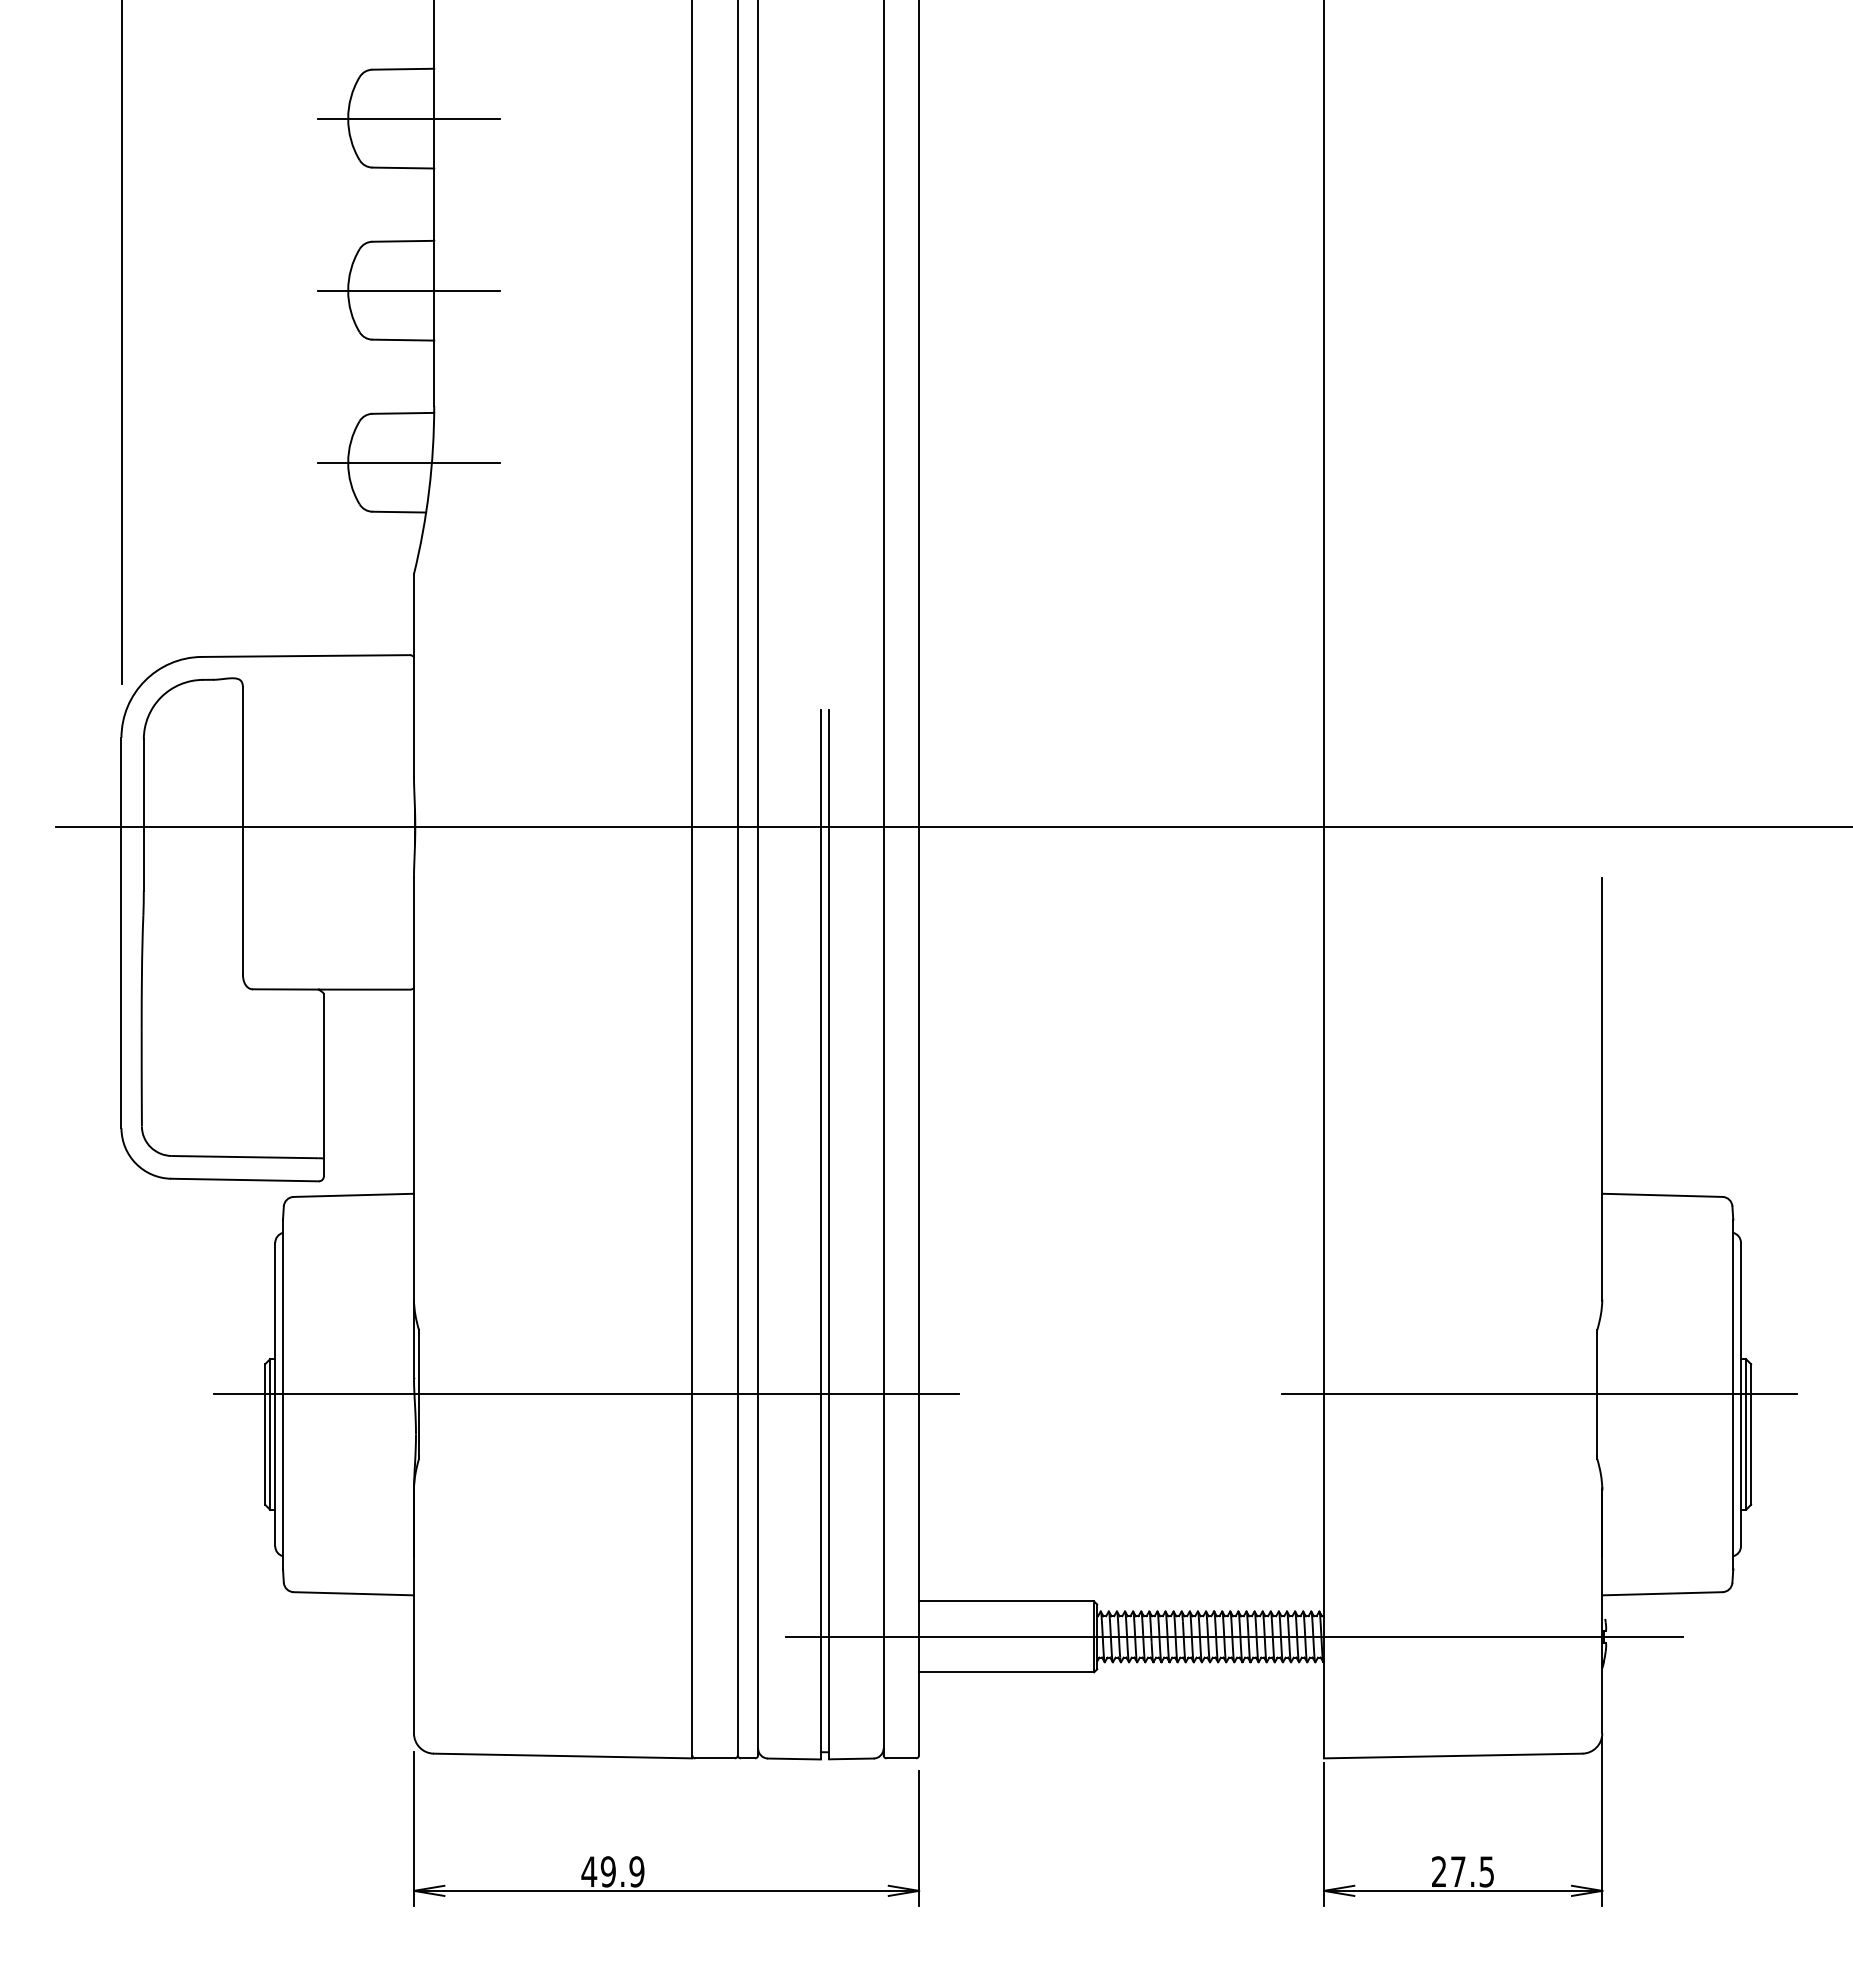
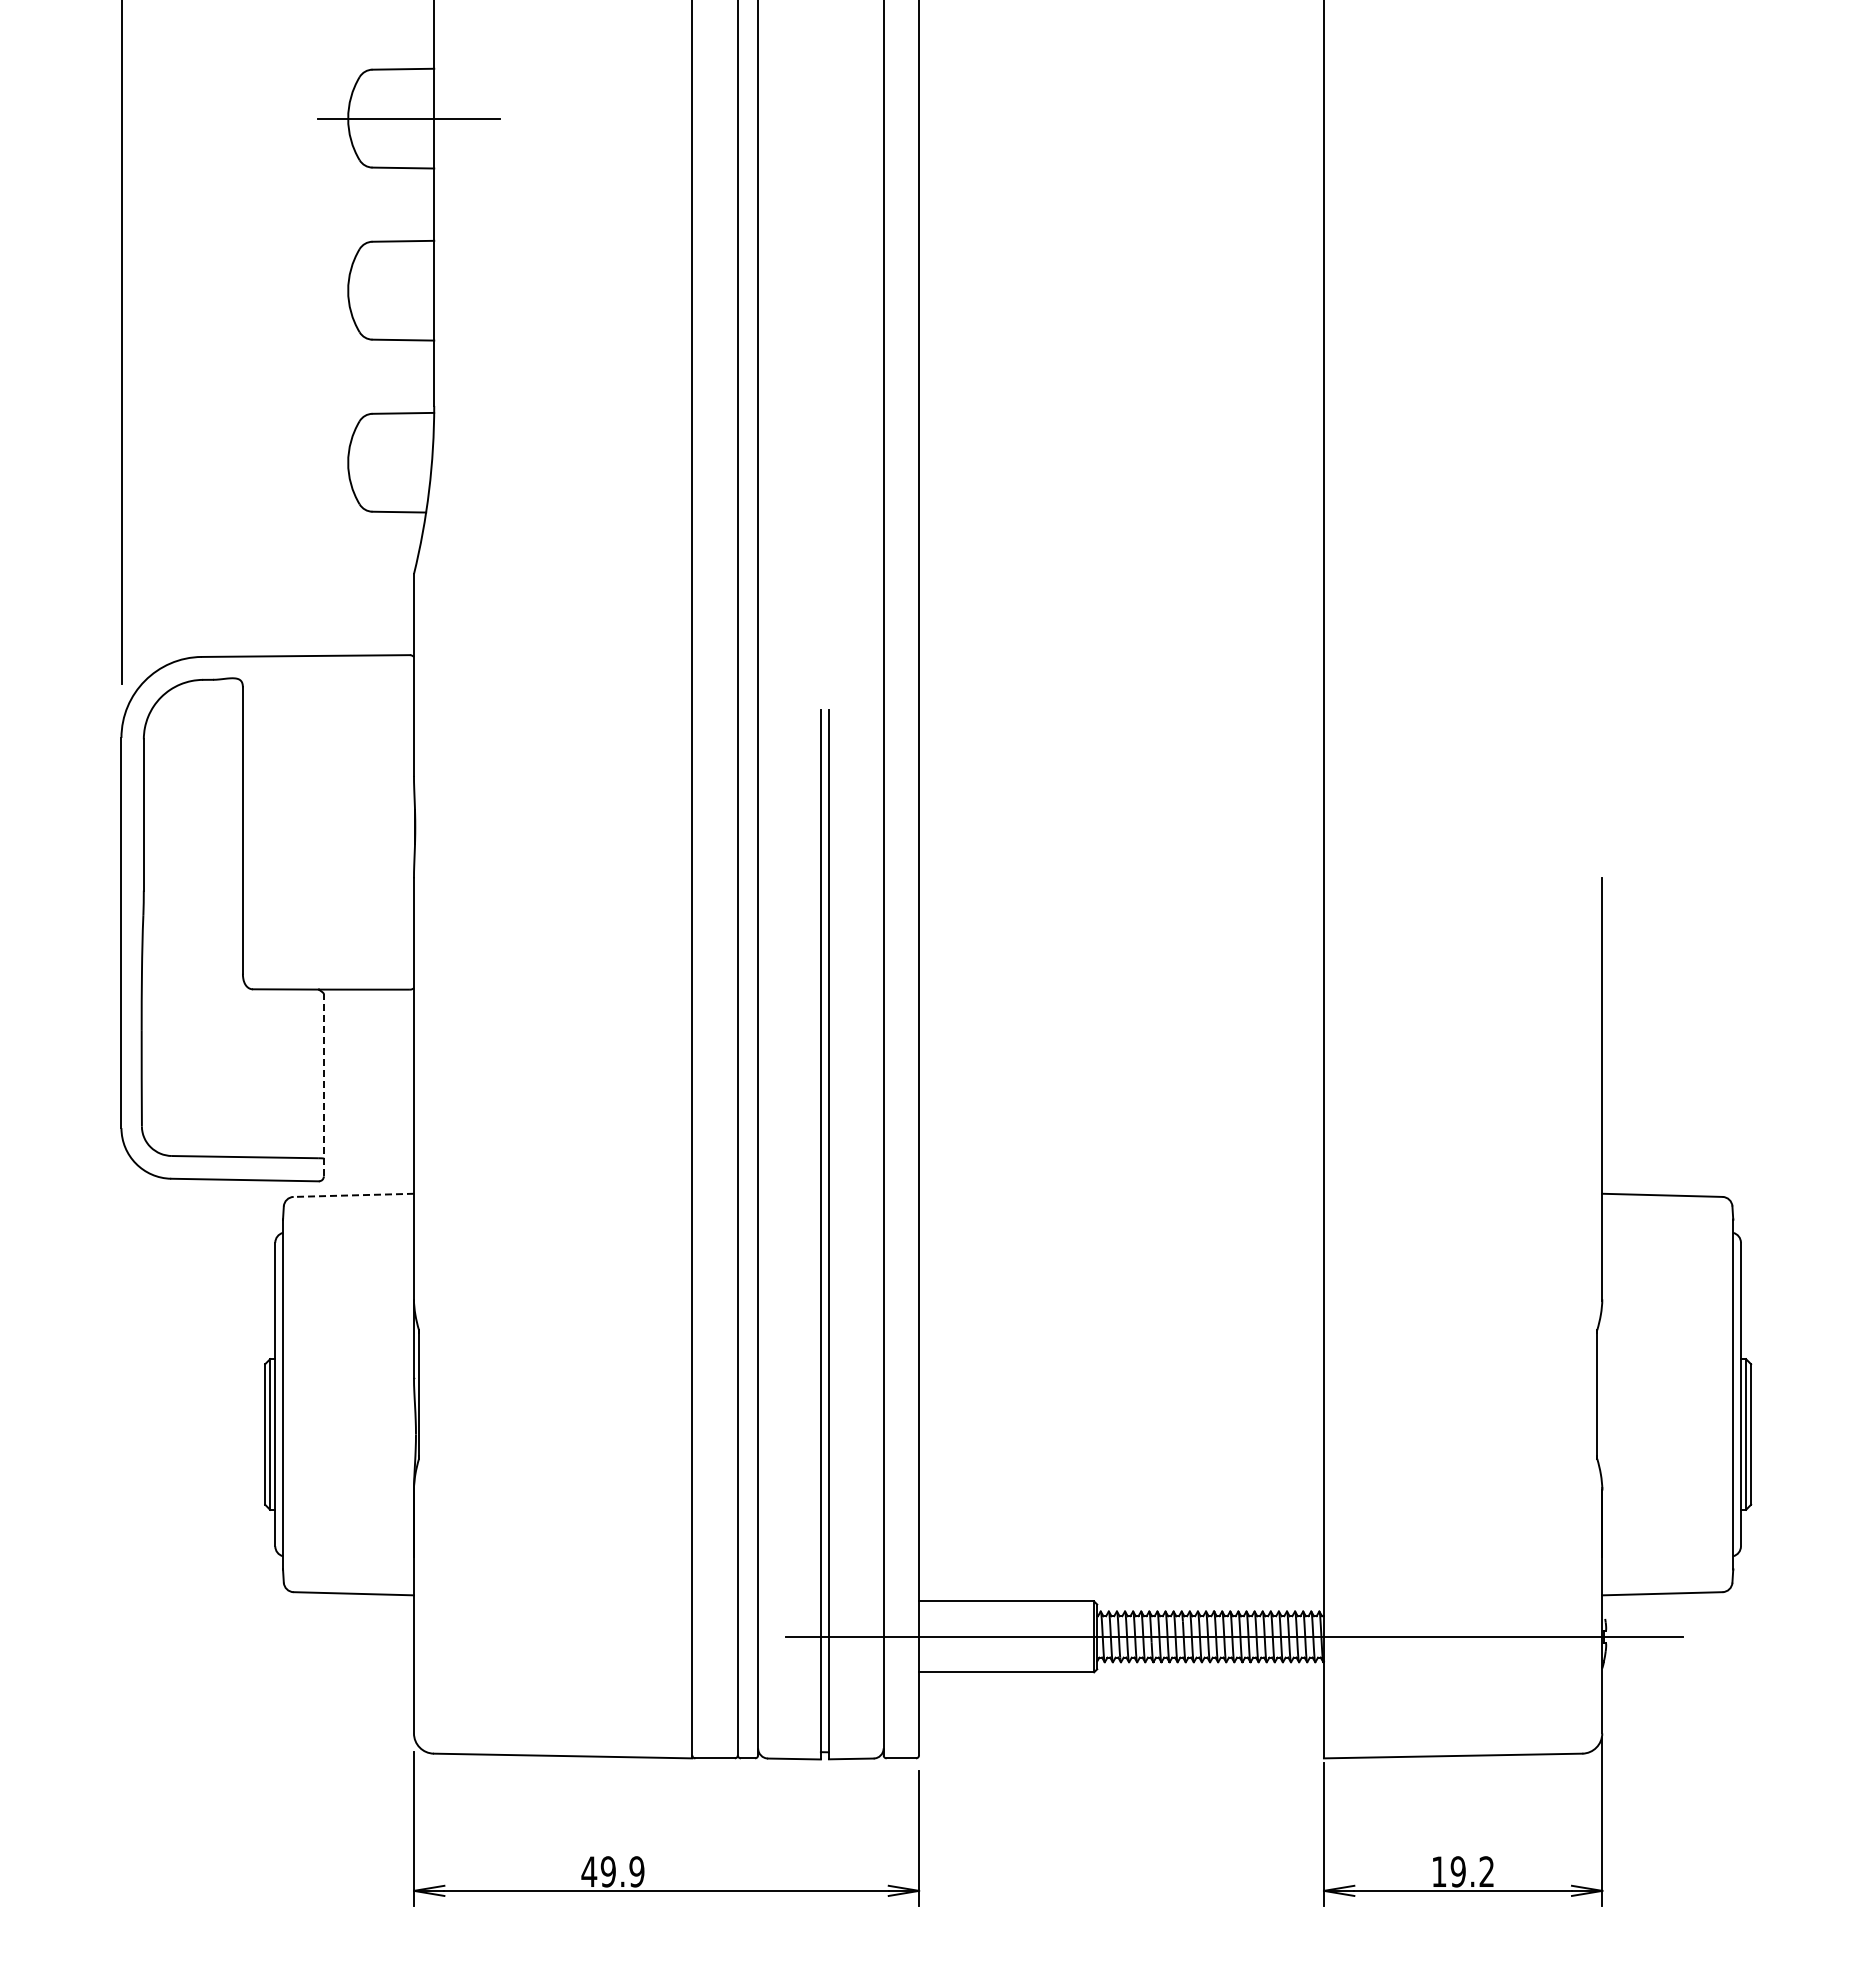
line at (408, 290): present -> none
line at (408, 462): present -> none
line at (952, 827): present -> none
line at (323, 1084): solid -> dashed
line at (353, 1195): solid -> dashed
line at (585, 1393): present -> none
line at (1539, 1393): present -> none
text at (1462, 1871): 27.5 -> 19.2
